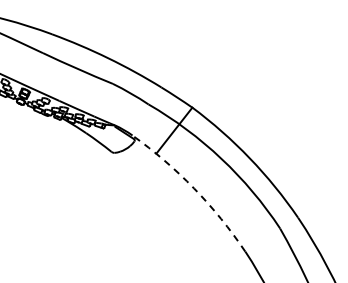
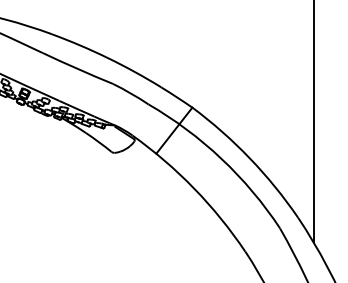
line at (313, 122): none -> present
arc at (194, 188): dashed -> solid
